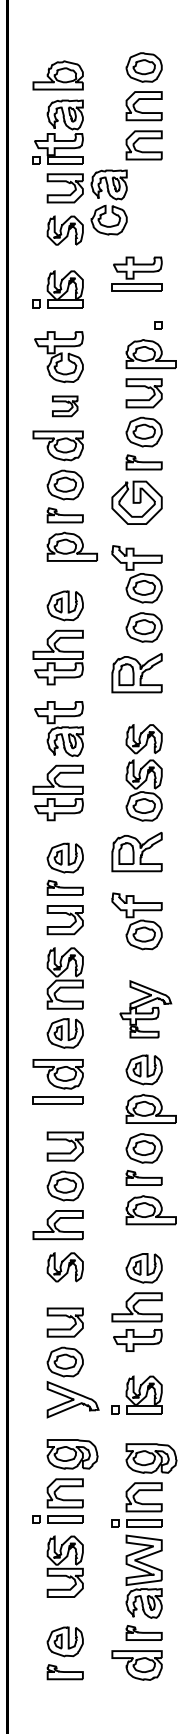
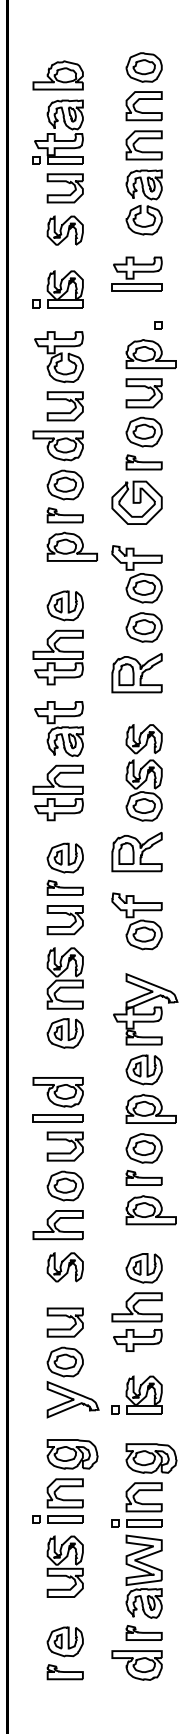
part at (108, 202) position: (108, 202) -> (143, 202)
part at (65, 406) size: 27x23 px -> 38x31 px
part at (145, 1009) size: 54x59 px -> 66x73 px
part at (57, 1081) position: (57, 1081) -> (57, 1099)
